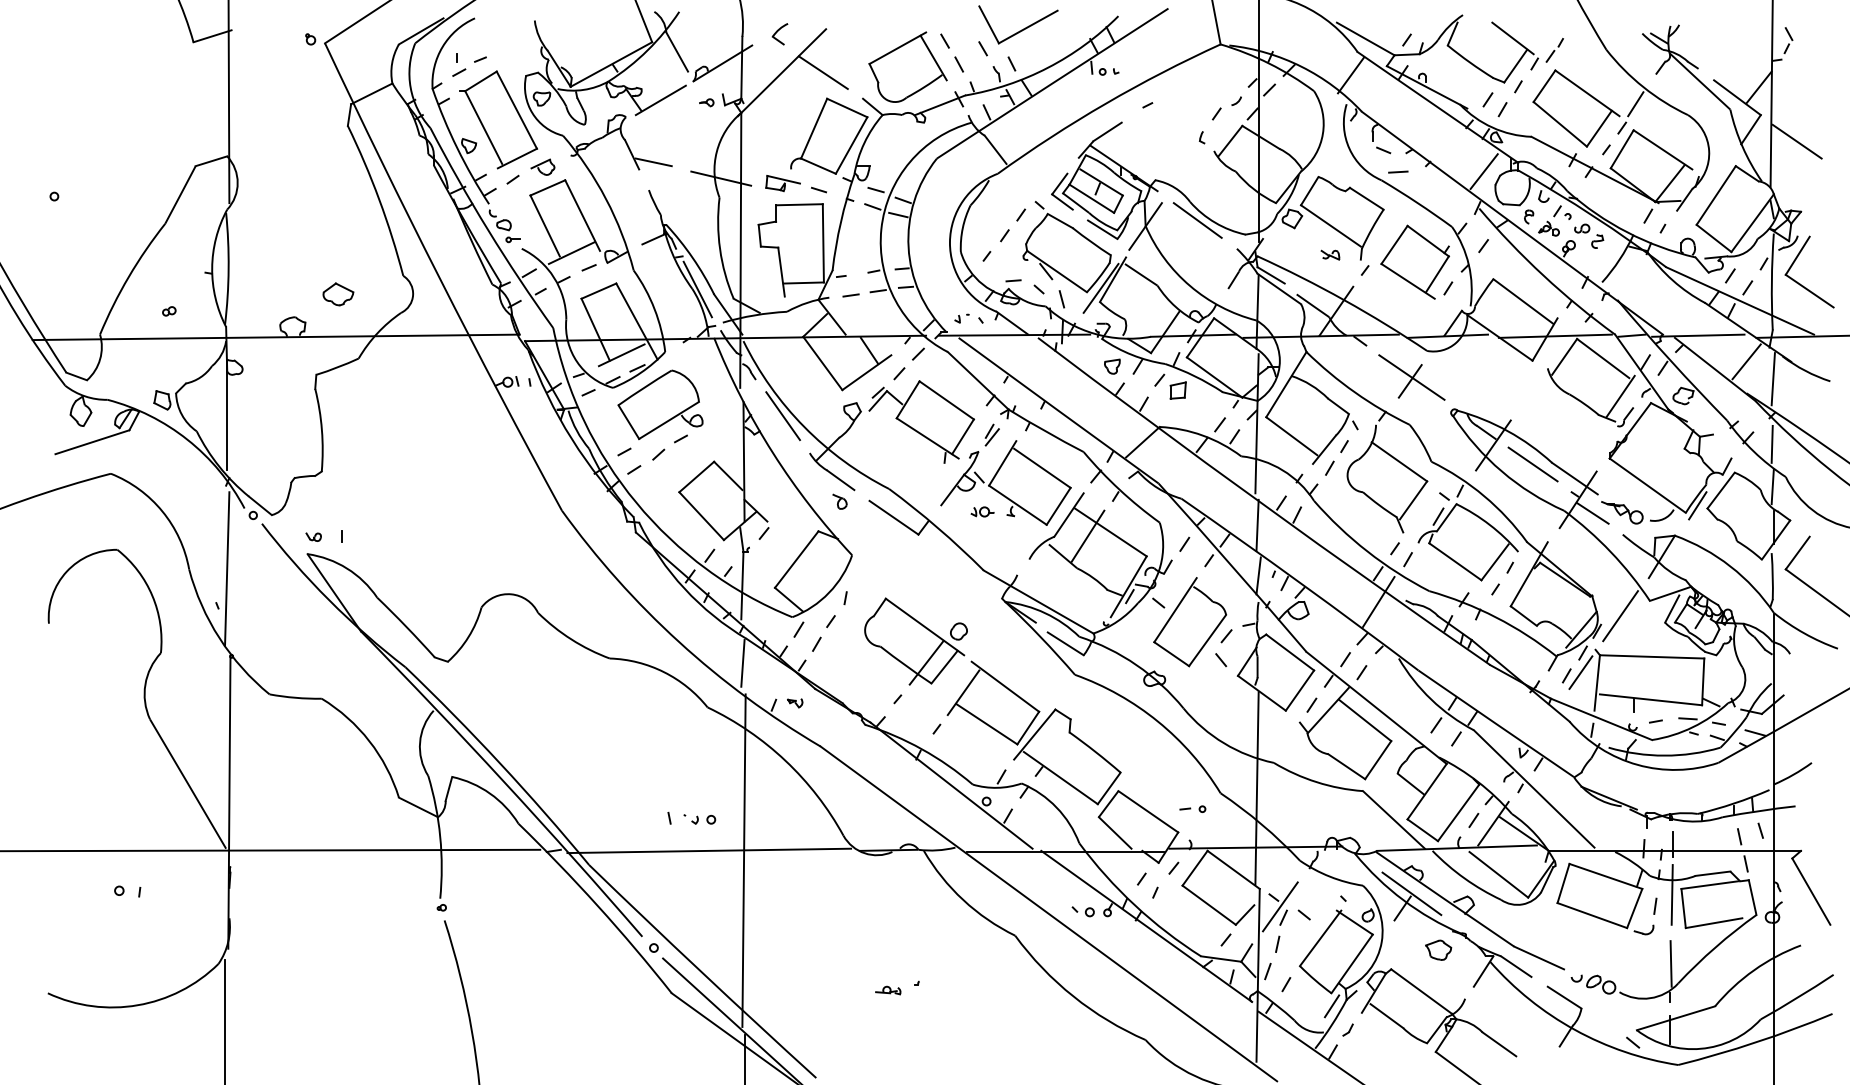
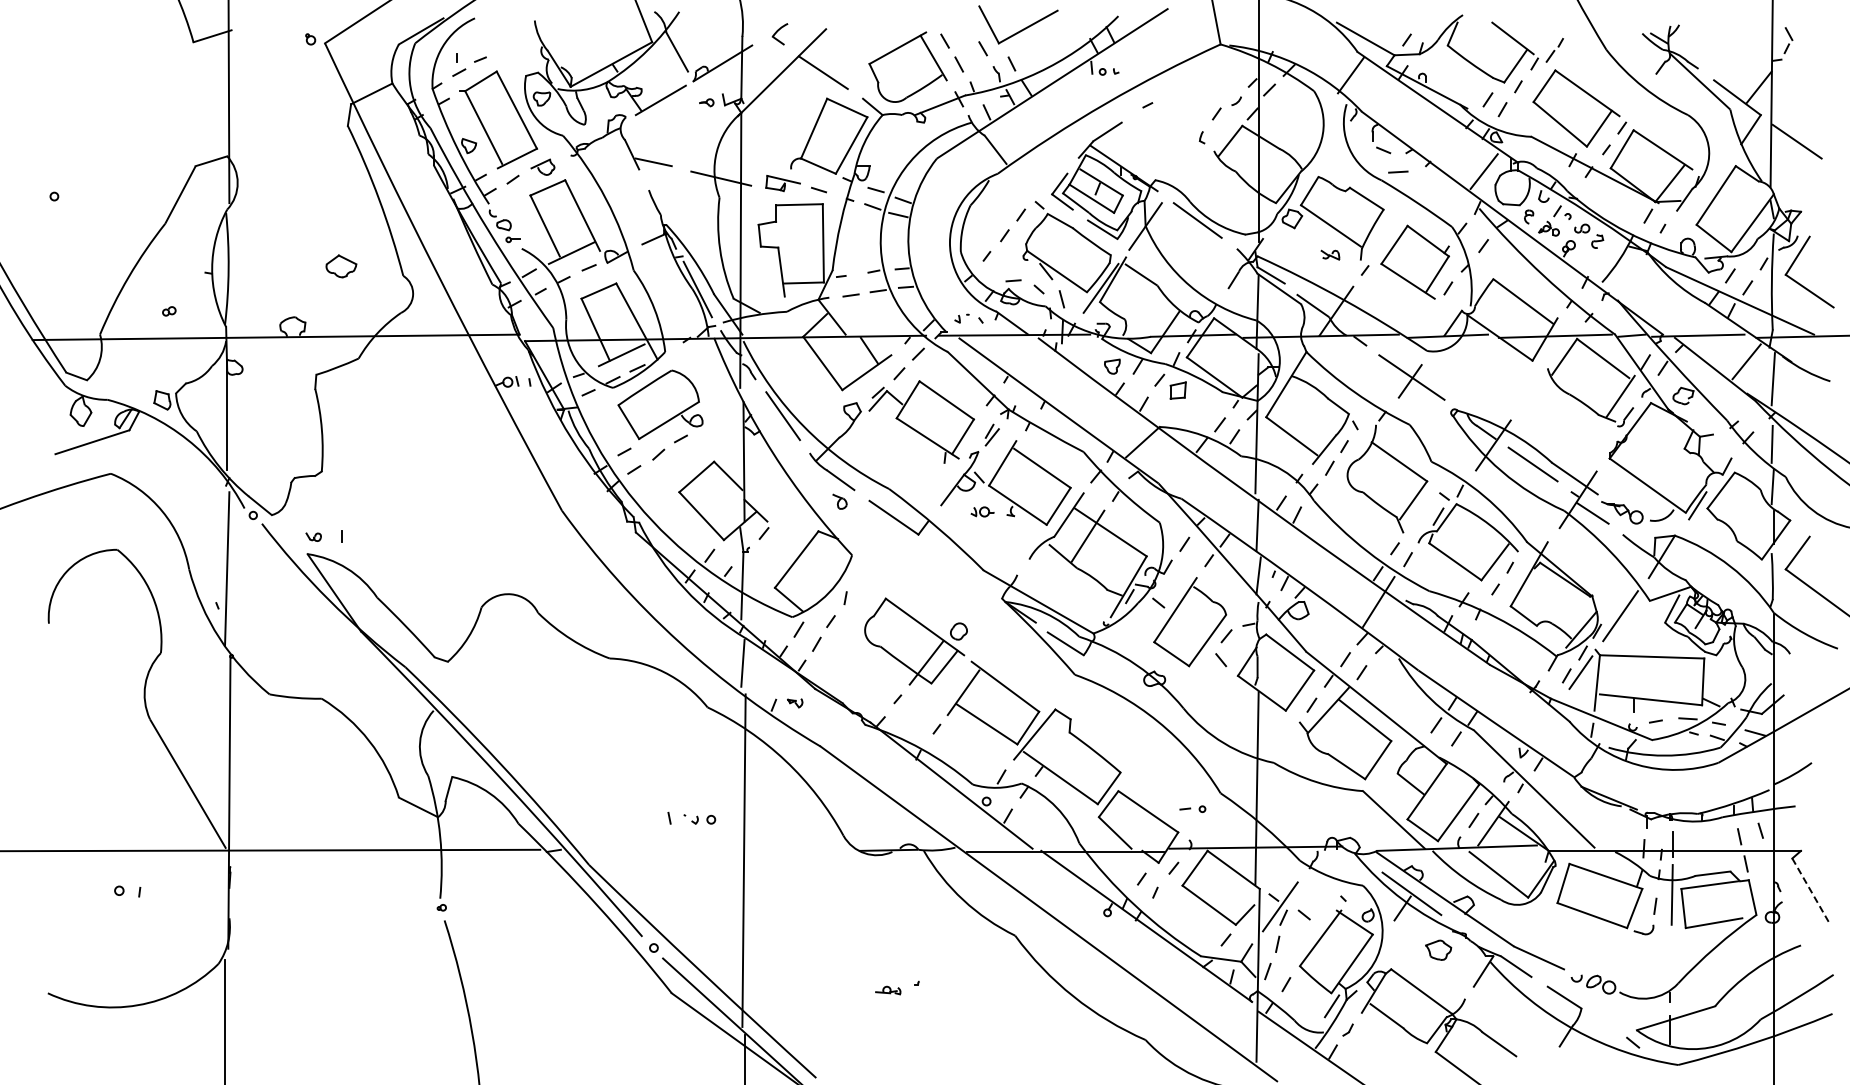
line at (1635, 104): present -> none
part at (338, 294) position: (338, 294) -> (341, 266)
line at (709, 850): present -> none
line at (1811, 892): solid -> dashed
part at (1082, 911): present -> none
line at (1670, 963): present -> none
